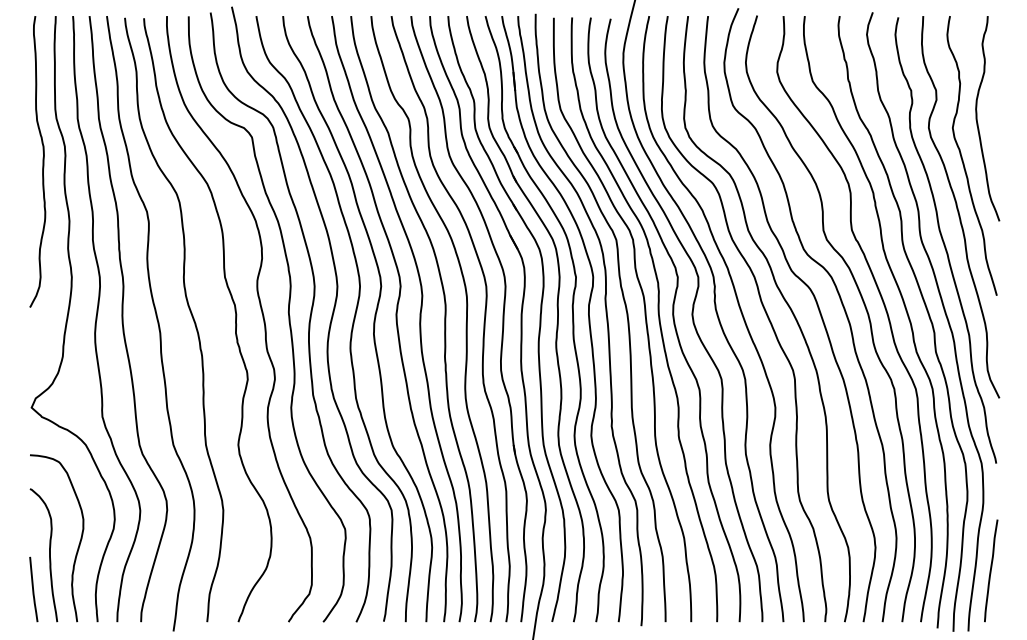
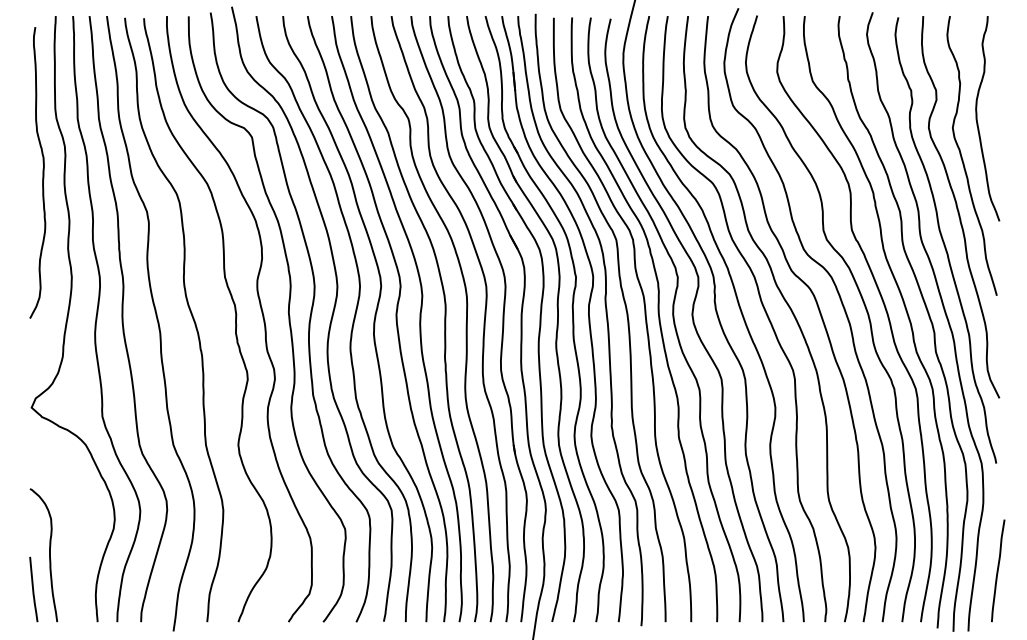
curve at (42, 161) position: (42, 161) -> (42, 172)
curve at (78, 544): present -> none
line at (991, 570) position: (991, 570) -> (998, 570)
